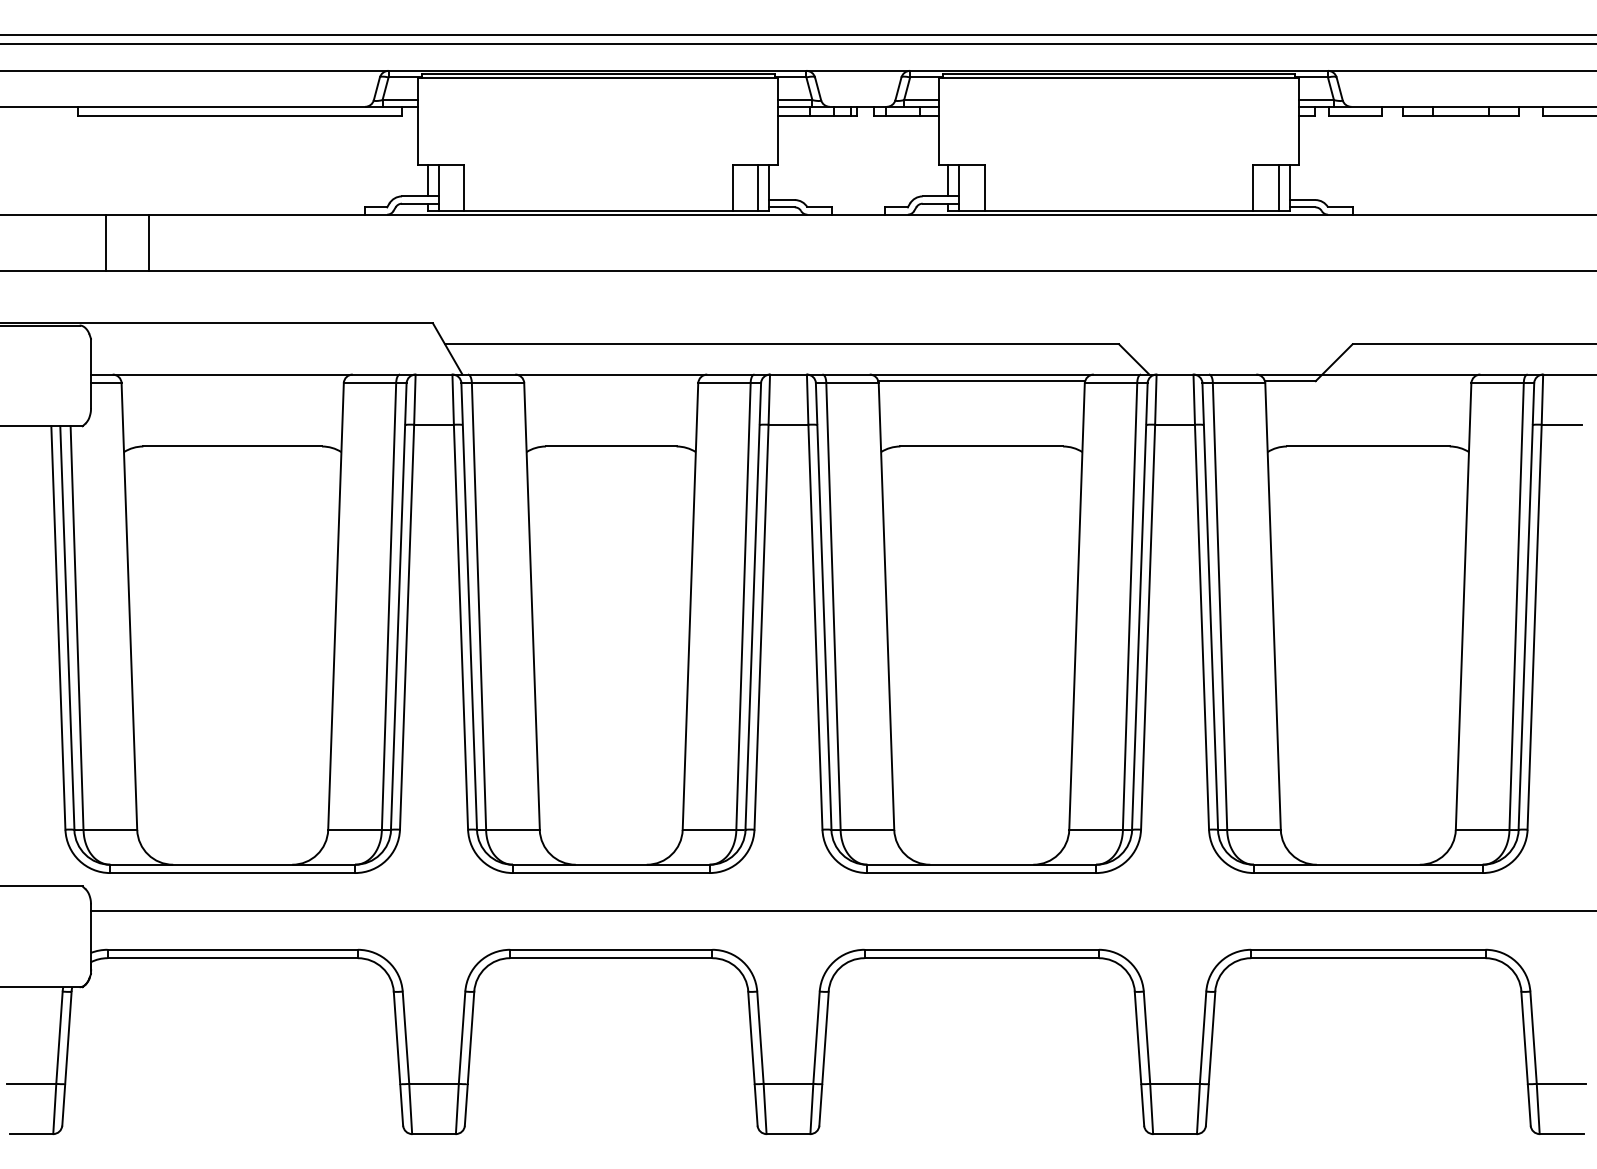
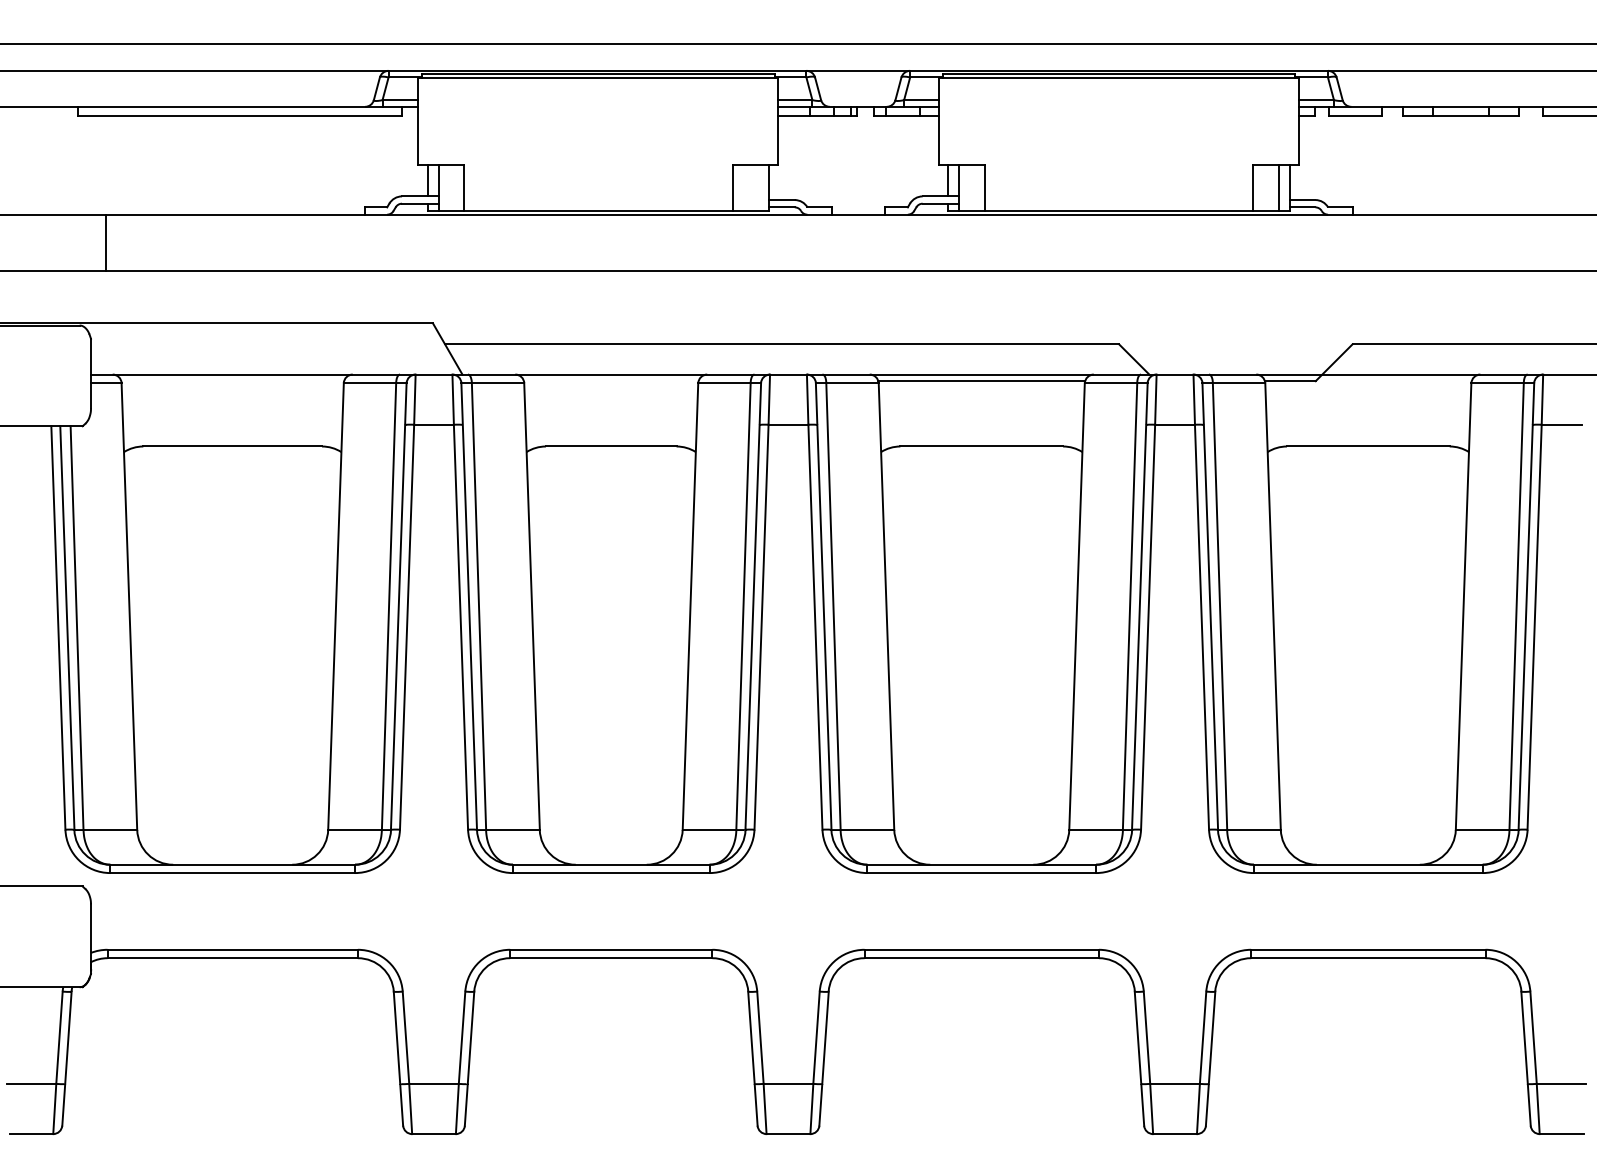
line at (797, 34): present -> none
line at (758, 188): present -> none
line at (148, 242): present -> none
line at (842, 911): present -> none
